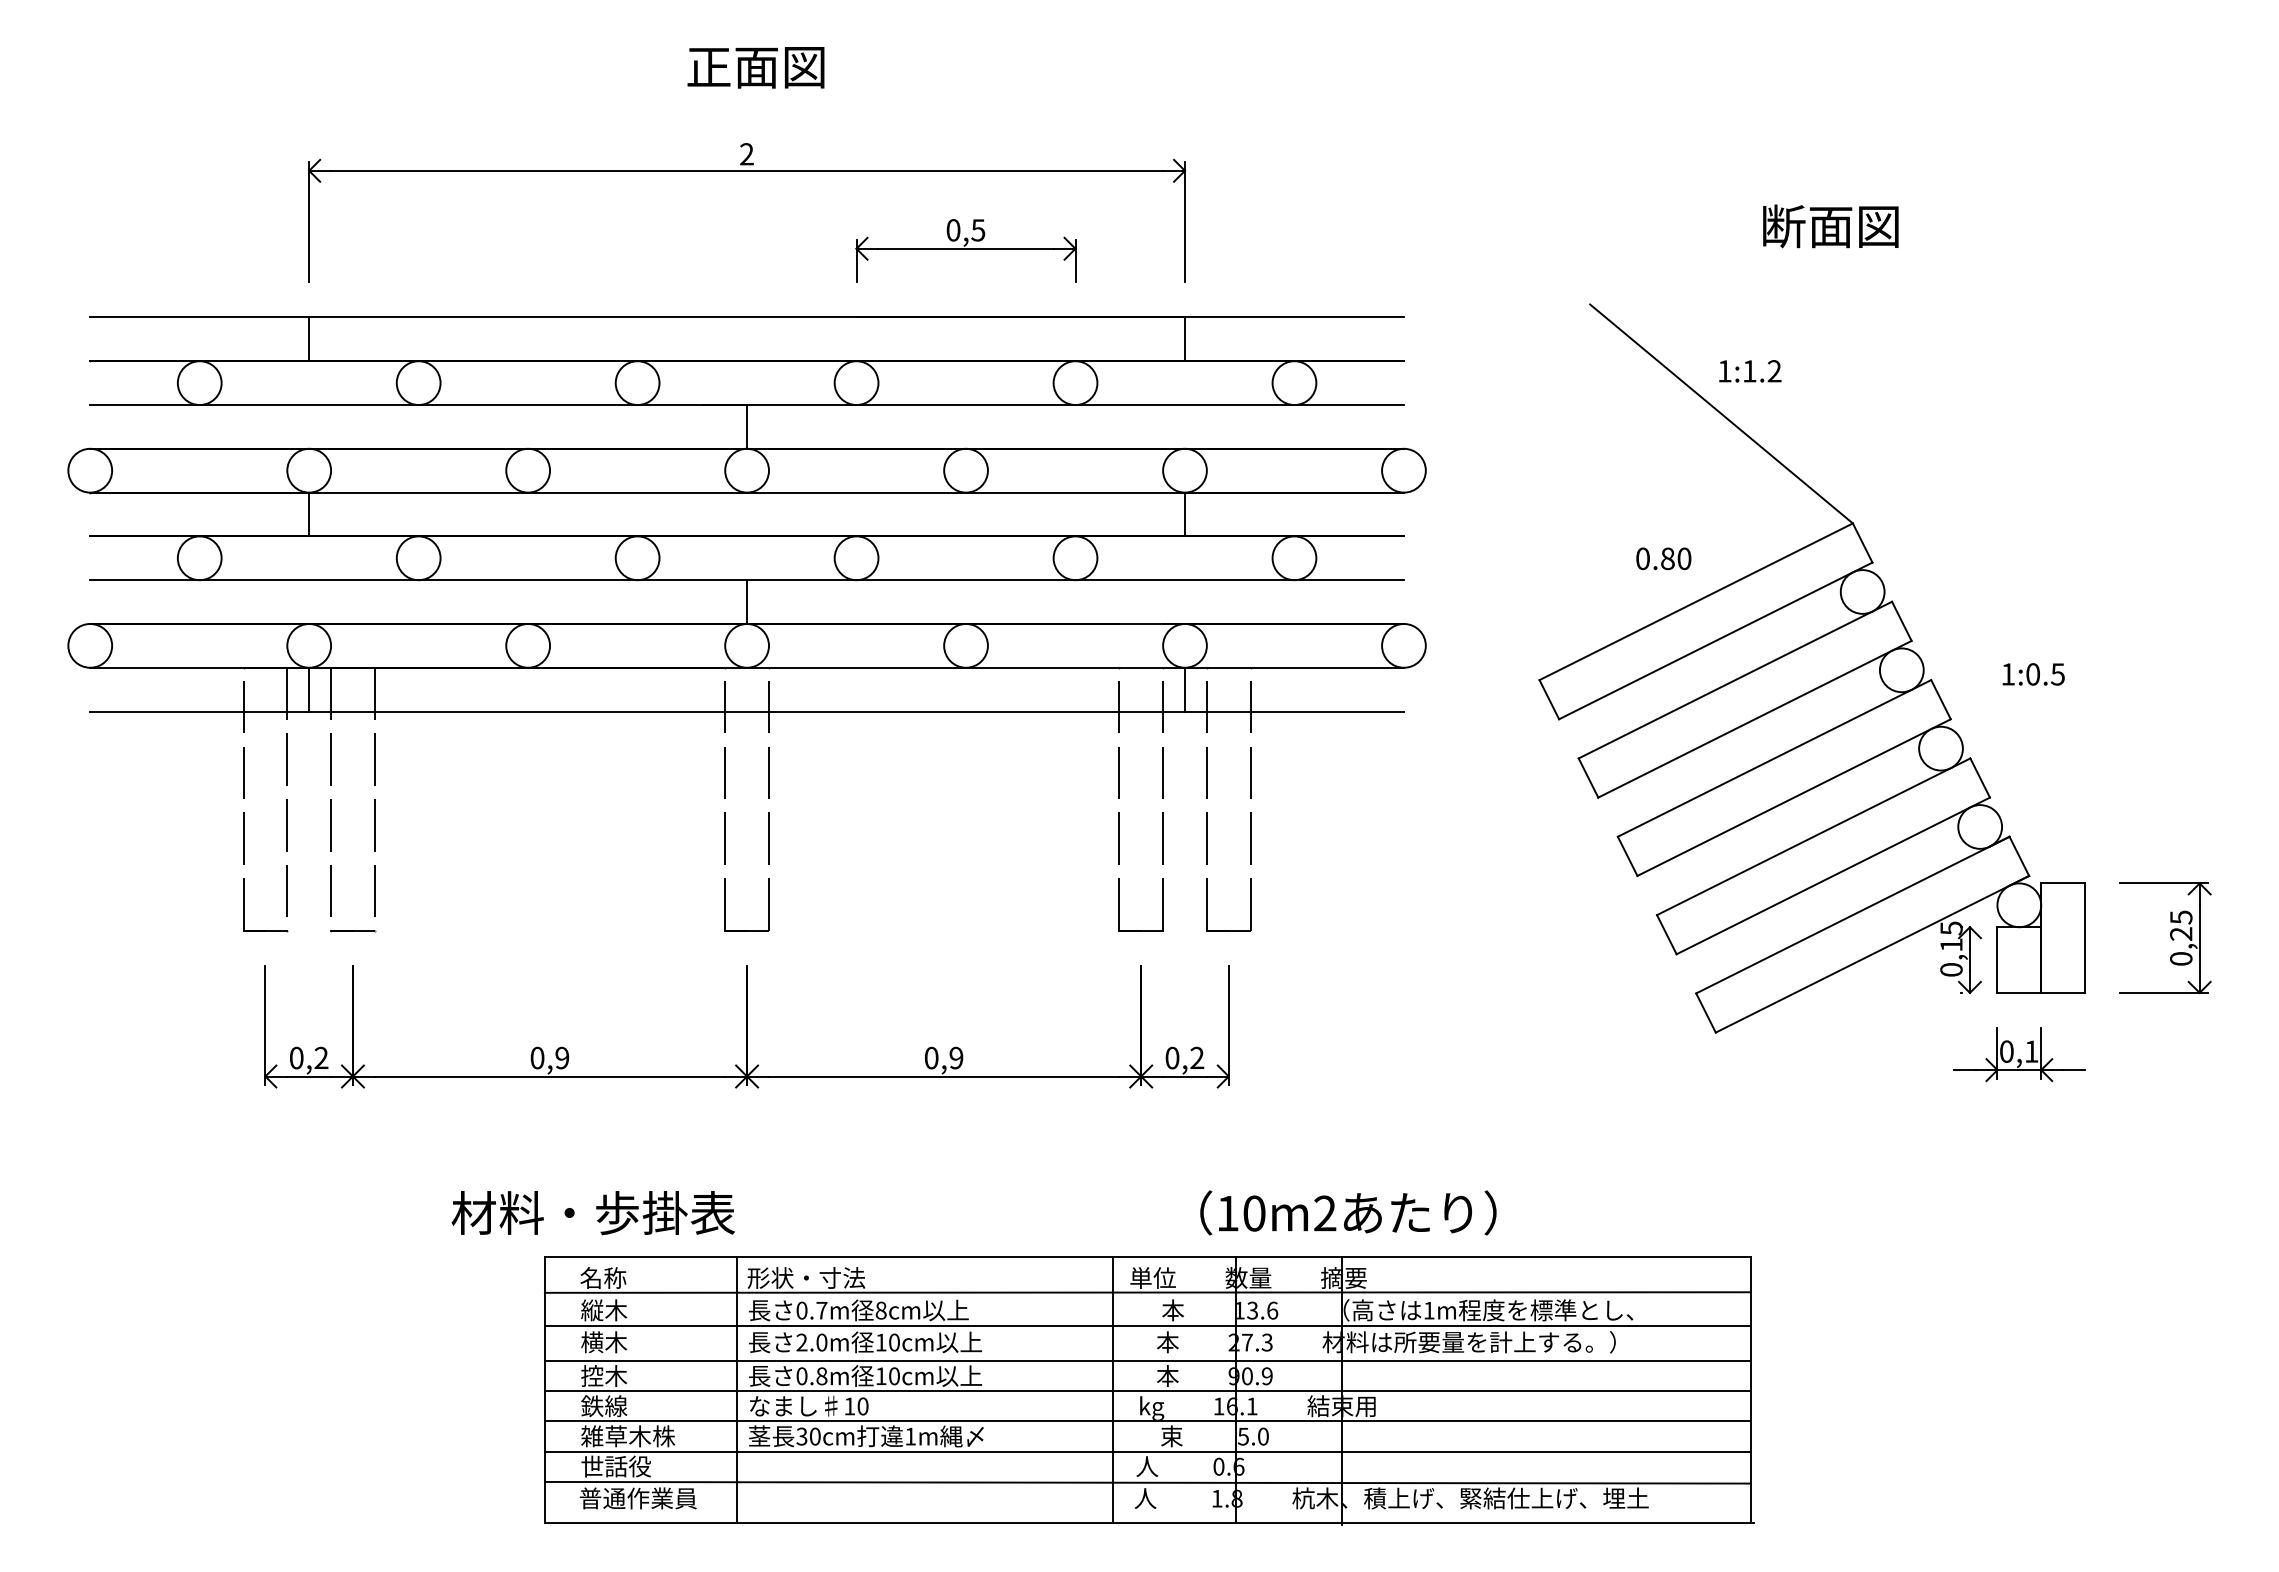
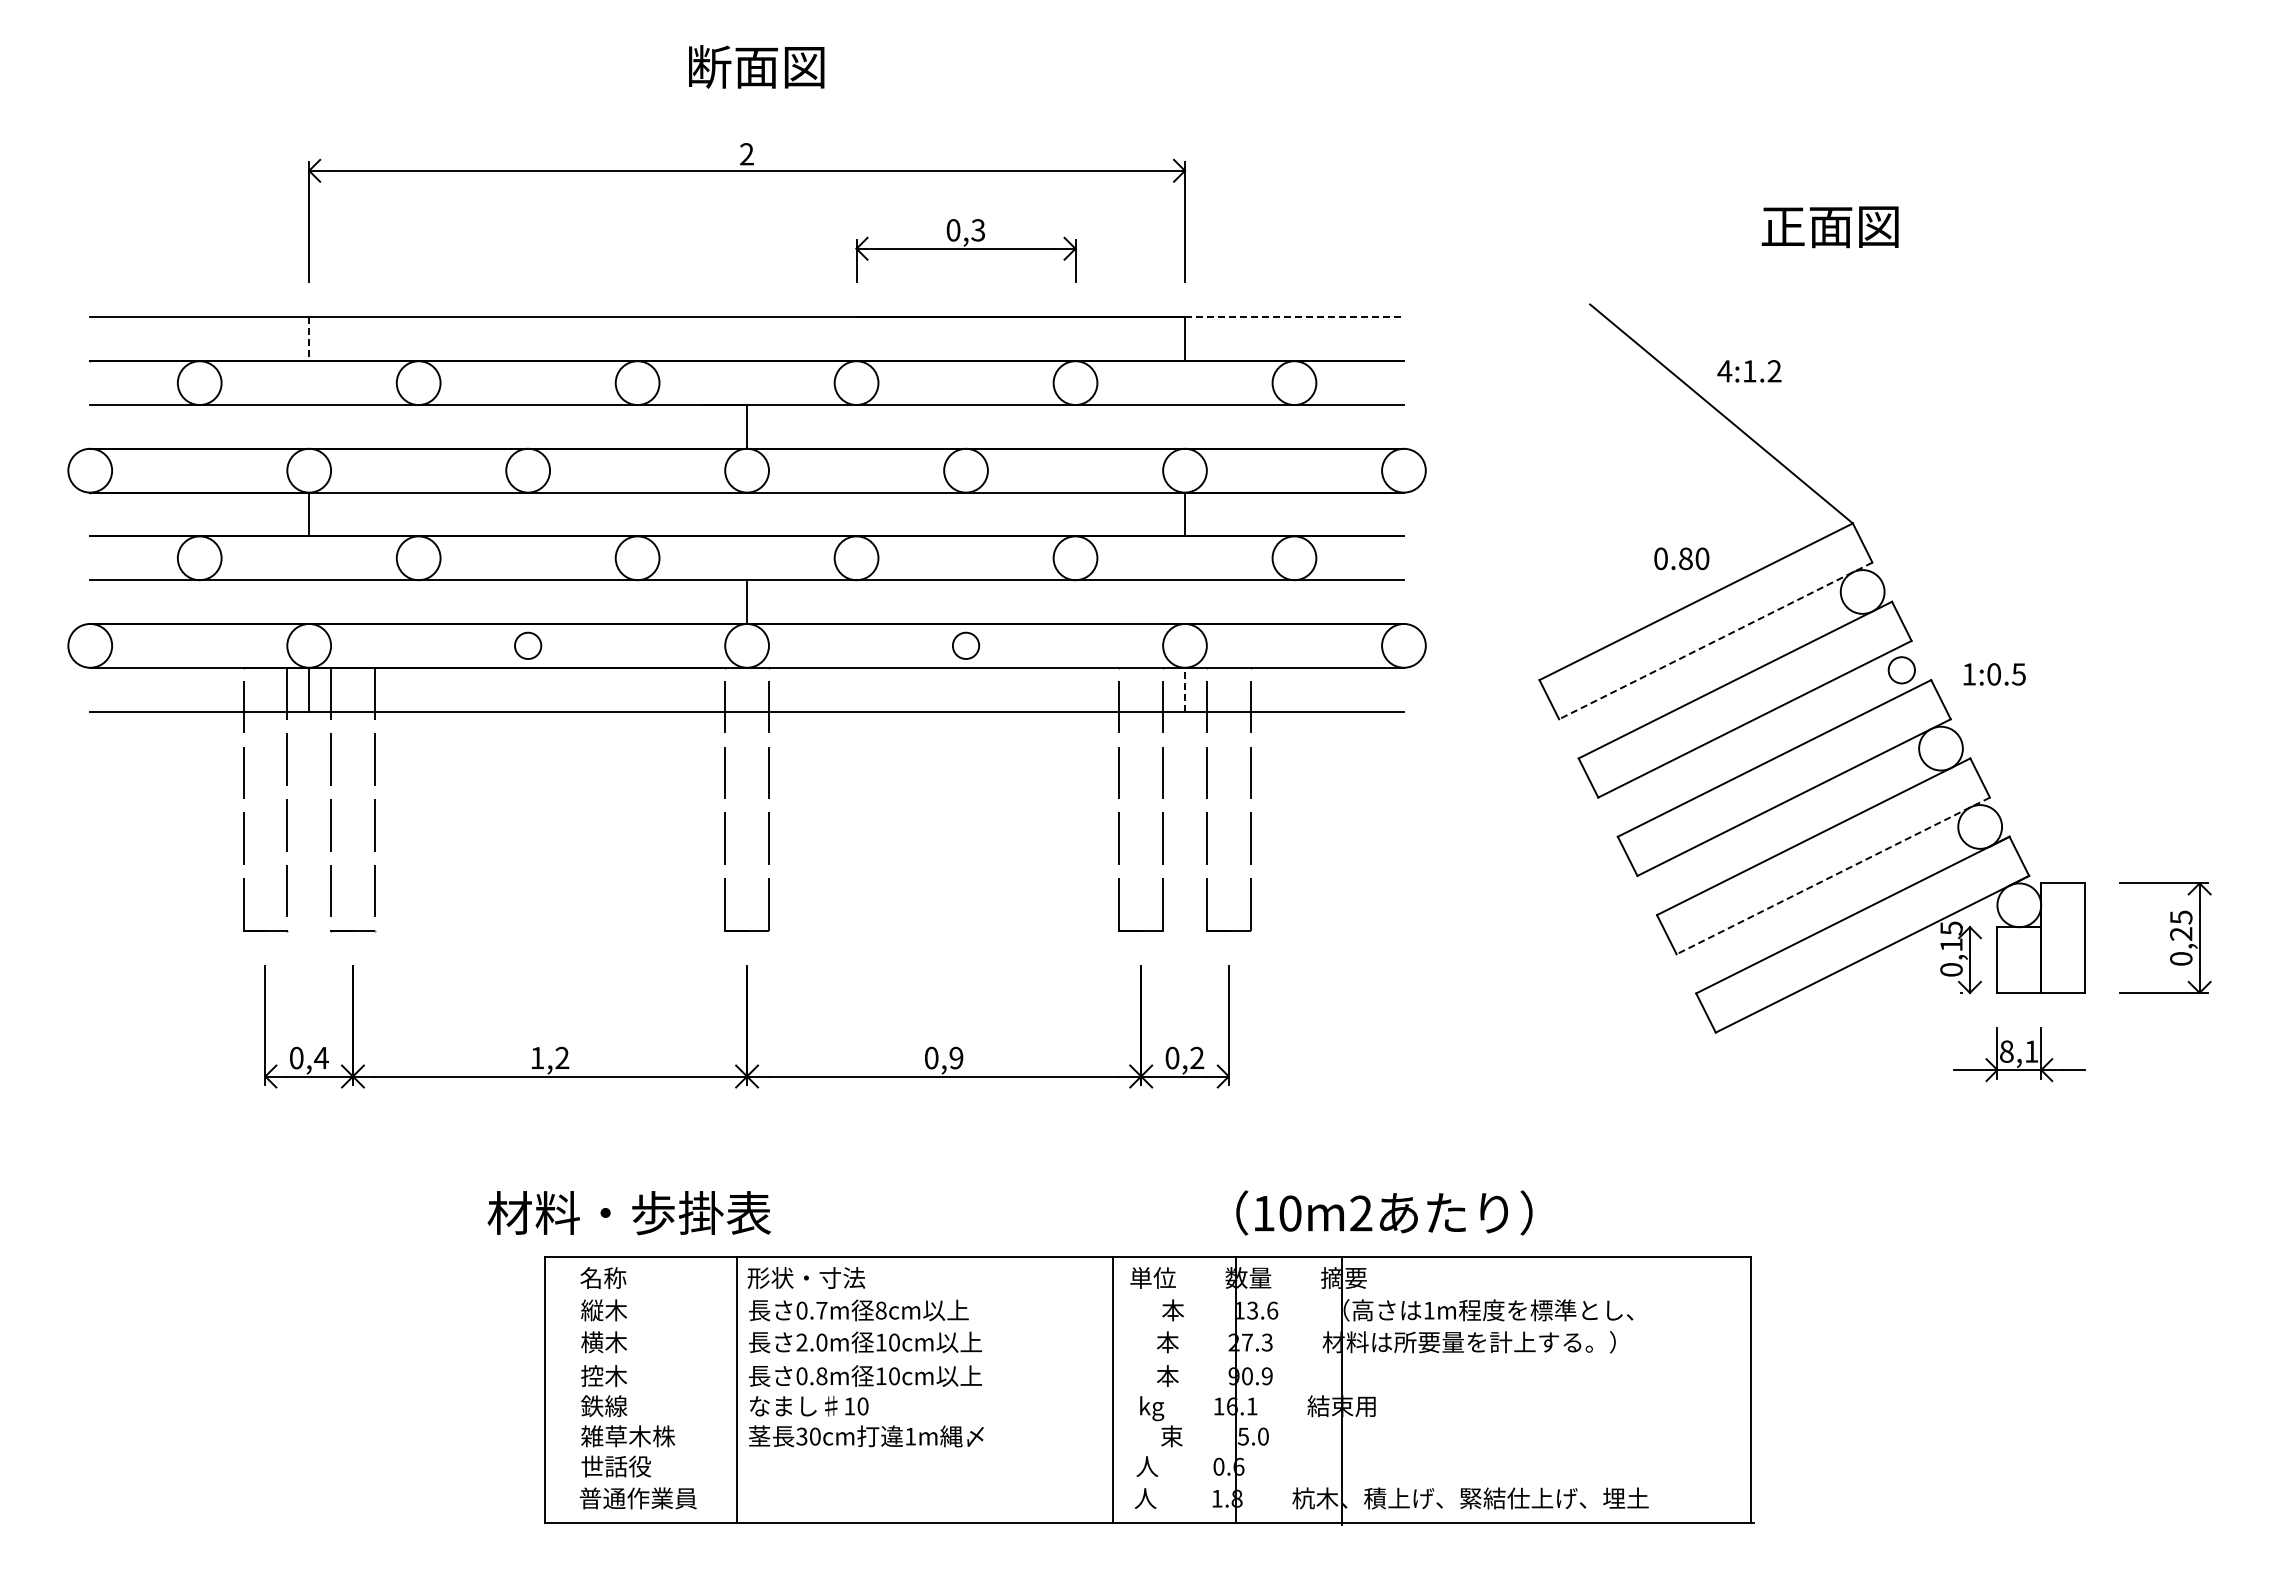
text at (709, 66): 正面図 -> 断面図
text at (1783, 226): 断面図 -> 正面図
text at (978, 230): 0,5 -> 0,3
line at (1294, 317): solid -> dashed
line at (309, 339): solid -> dashed
text at (1724, 371): 1:1.2 -> 4:1.2
text at (1663, 558) position: (1663, 558) -> (1681, 558)
line at (1715, 641): solid -> dashed
circle at (528, 645) diameter: 44 px -> 26 px
circle at (965, 645) diameter: 44 px -> 26 px
circle at (1901, 670) diameter: 44 px -> 26 px
text at (2033, 674) position: (2033, 674) -> (1994, 674)
line at (1185, 689): solid -> dashed
line at (1832, 876): solid -> dashed
text at (2006, 1051): 0,1 -> 8,1
text at (321, 1057): 0,2 -> 0,4
text at (549, 1057): 0,9 -> 1,2
text at (973, 1212) position: (973, 1212) -> (1009, 1212)
line at (1147, 1292): present -> none
line at (1147, 1325): present -> none
line at (1147, 1360): present -> none
line at (1147, 1391): present -> none
line at (1147, 1421): present -> none
line at (1147, 1451): present -> none
line at (1147, 1482): present -> none
